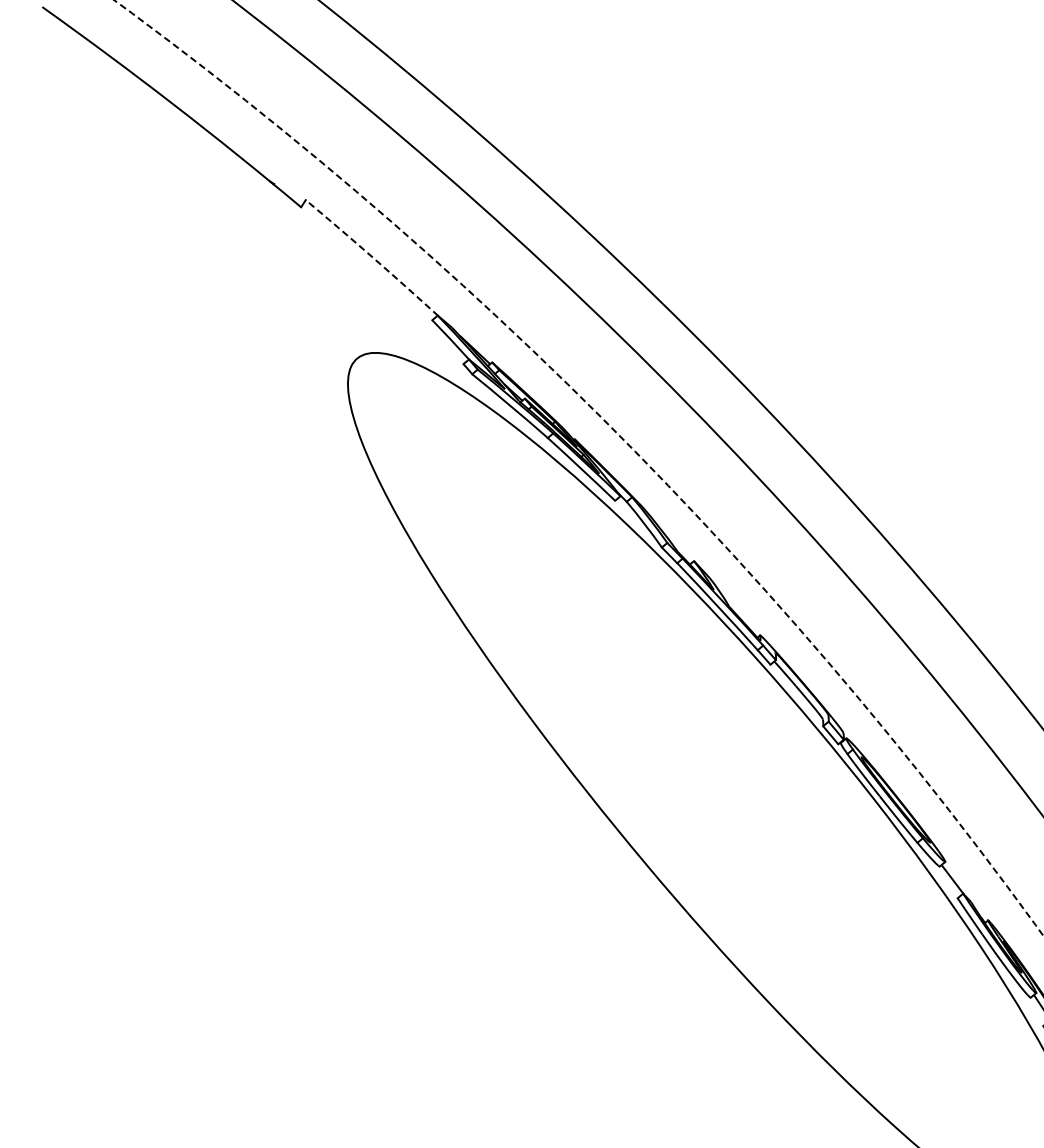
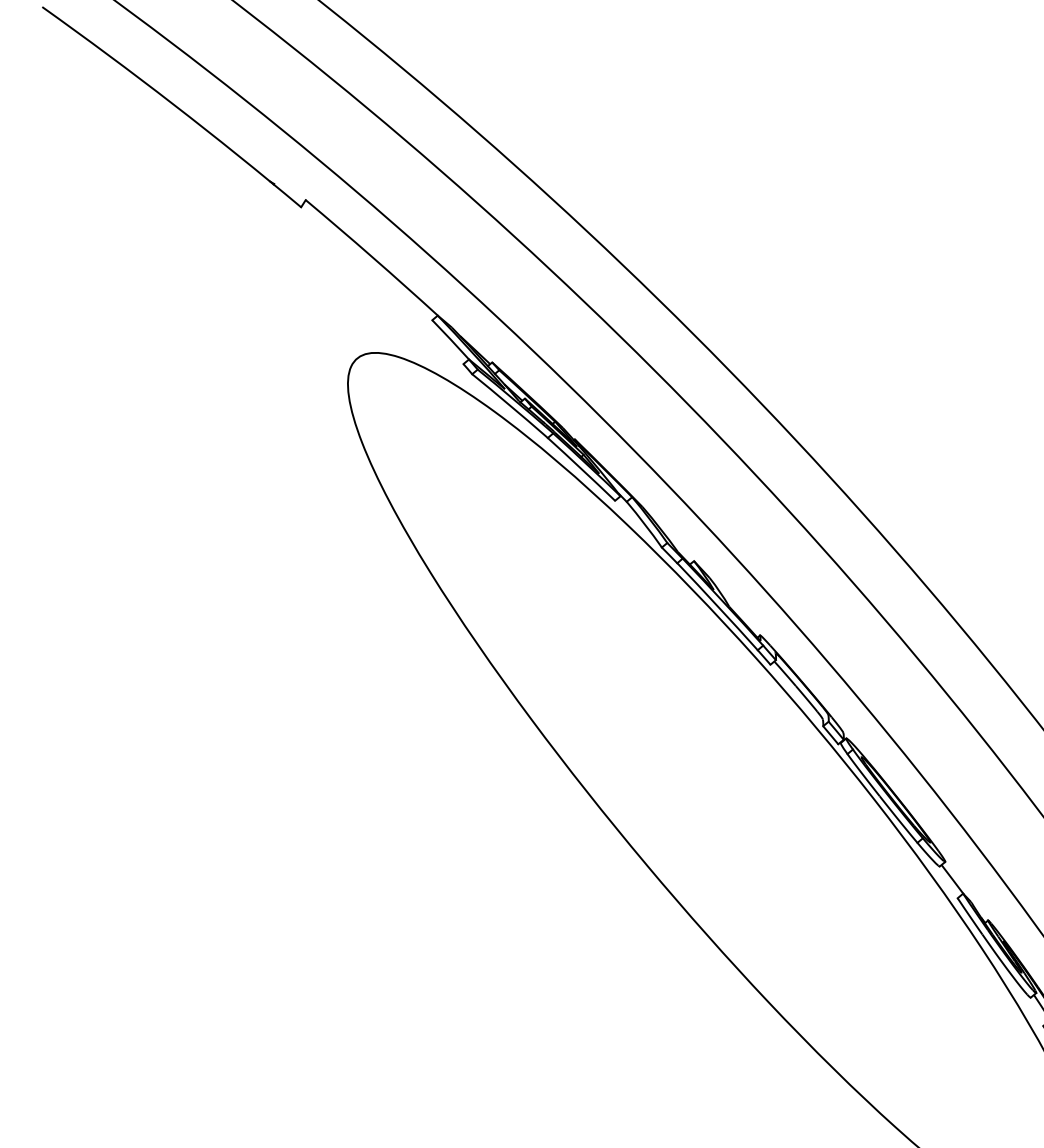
arc at (372, 257): dashed -> solid
arc at (615, 431): dashed -> solid
